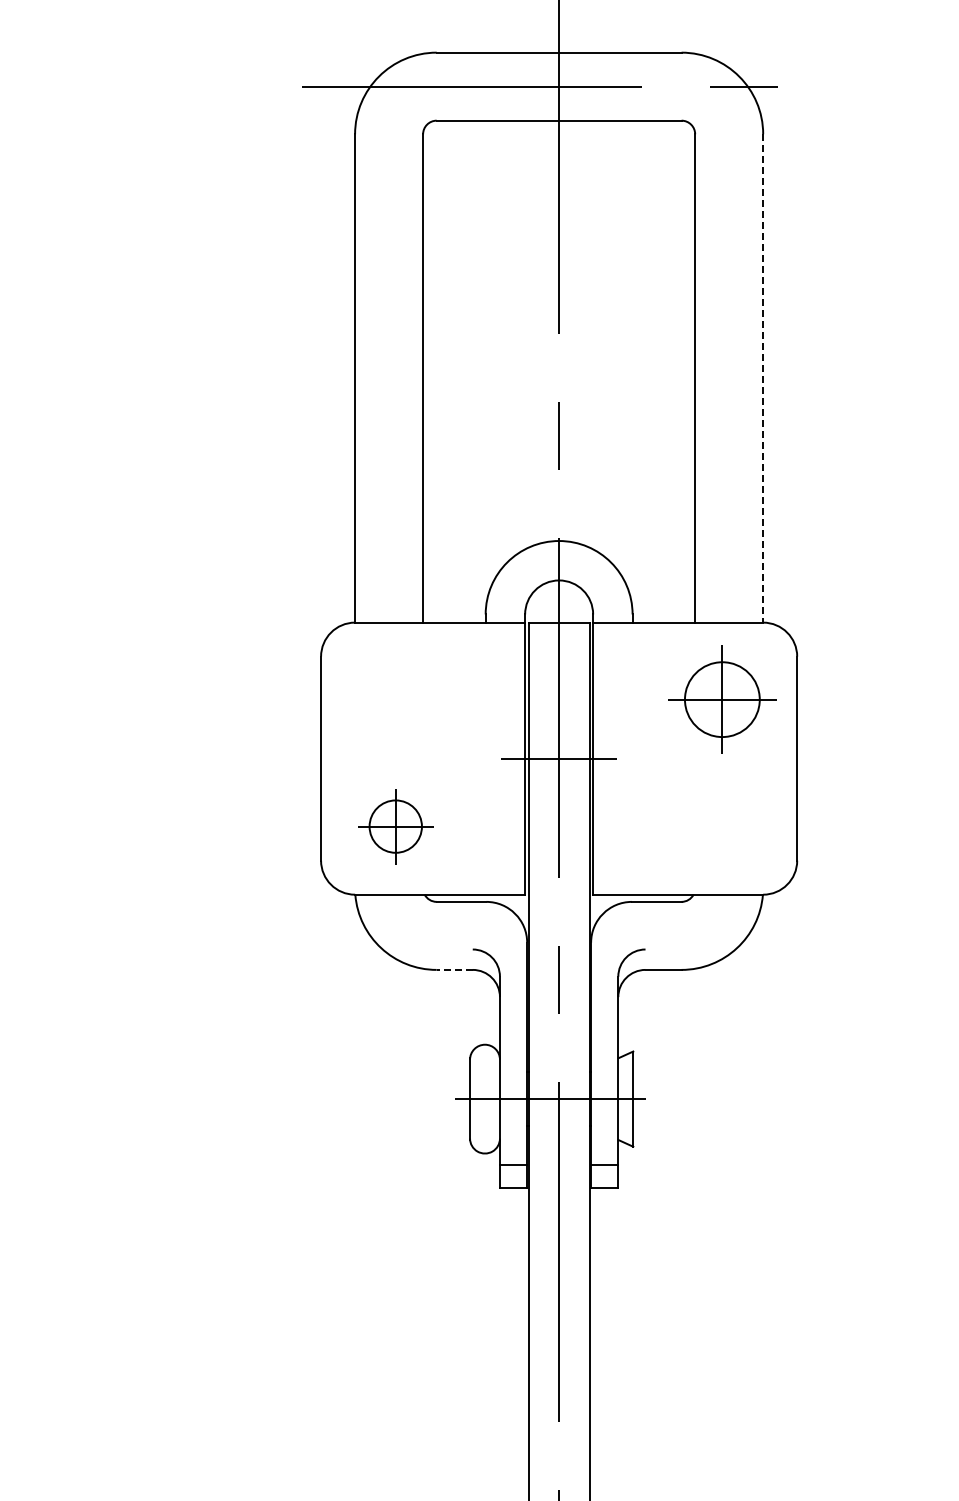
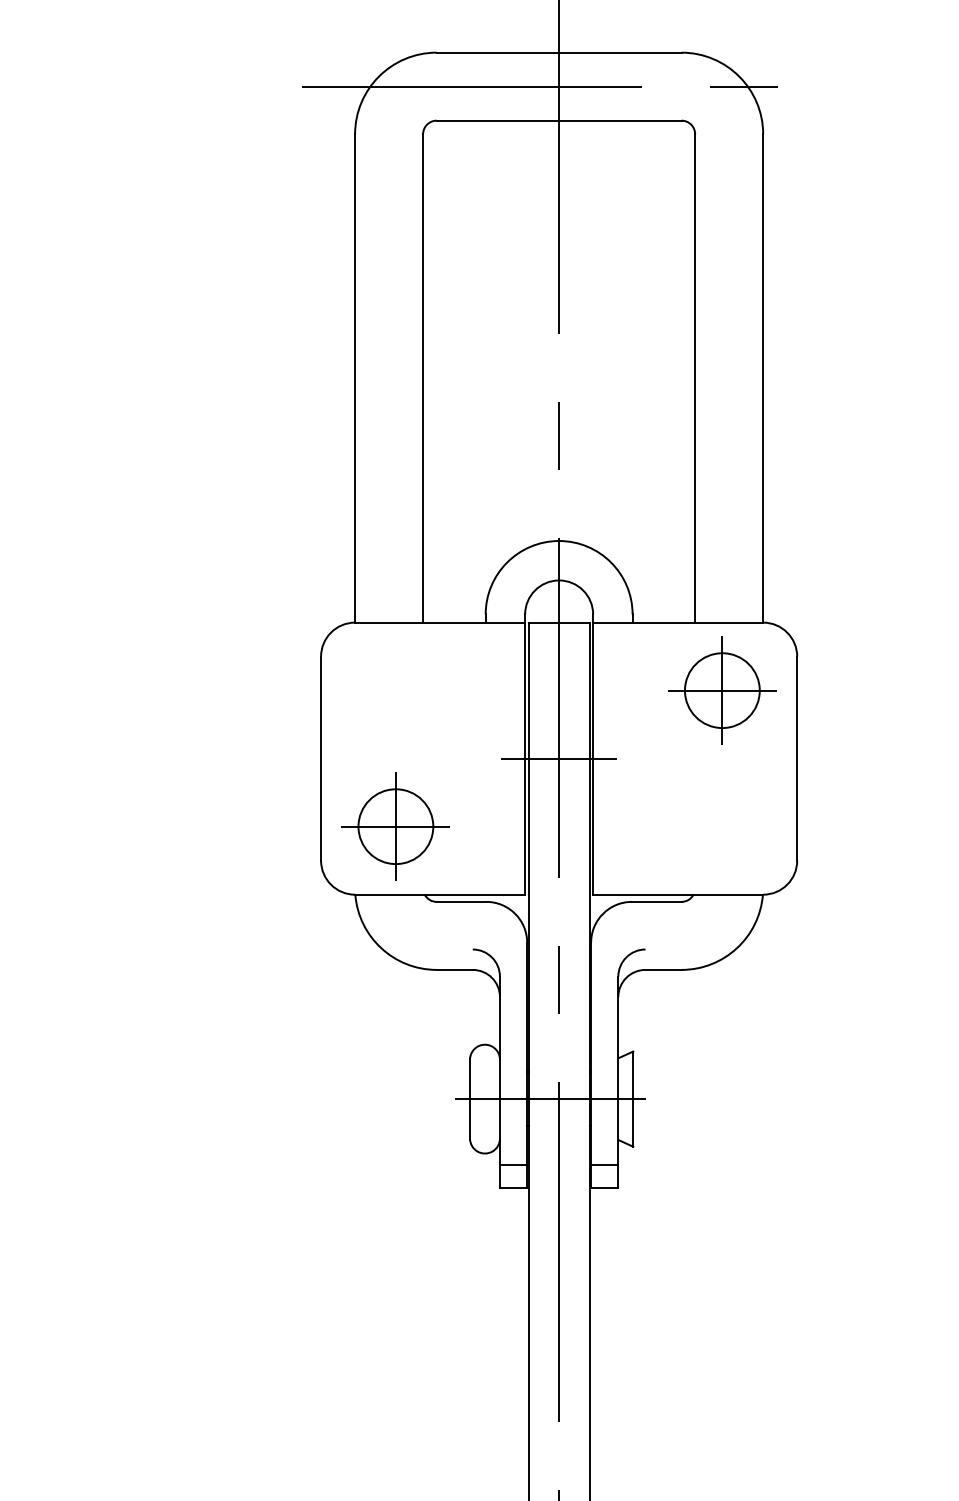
line at (763, 378): dashed -> solid
part at (722, 699) position: (722, 699) -> (722, 690)
part at (395, 826) size: 76x76 px -> 109x109 px
line at (454, 969): dashed -> solid
